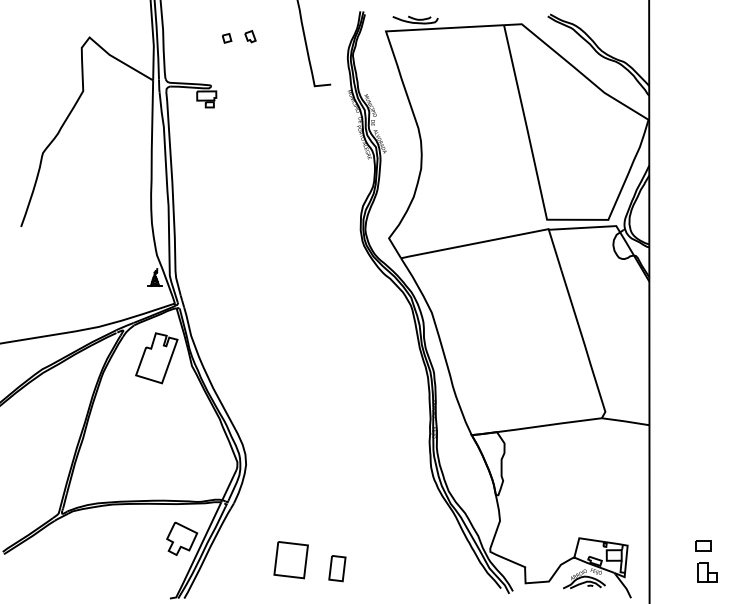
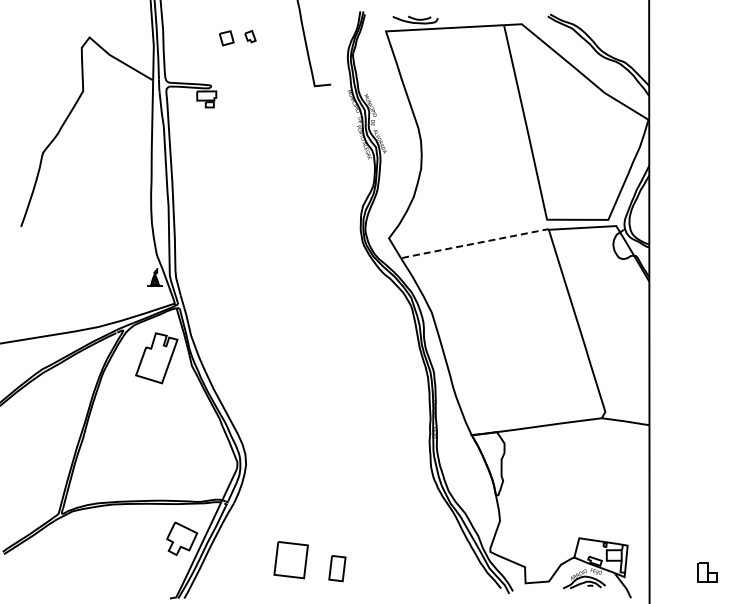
part at (227, 38) size: 11x11 px -> 16x17 px
line at (475, 243): solid -> dashed
line at (703, 541): present -> none
